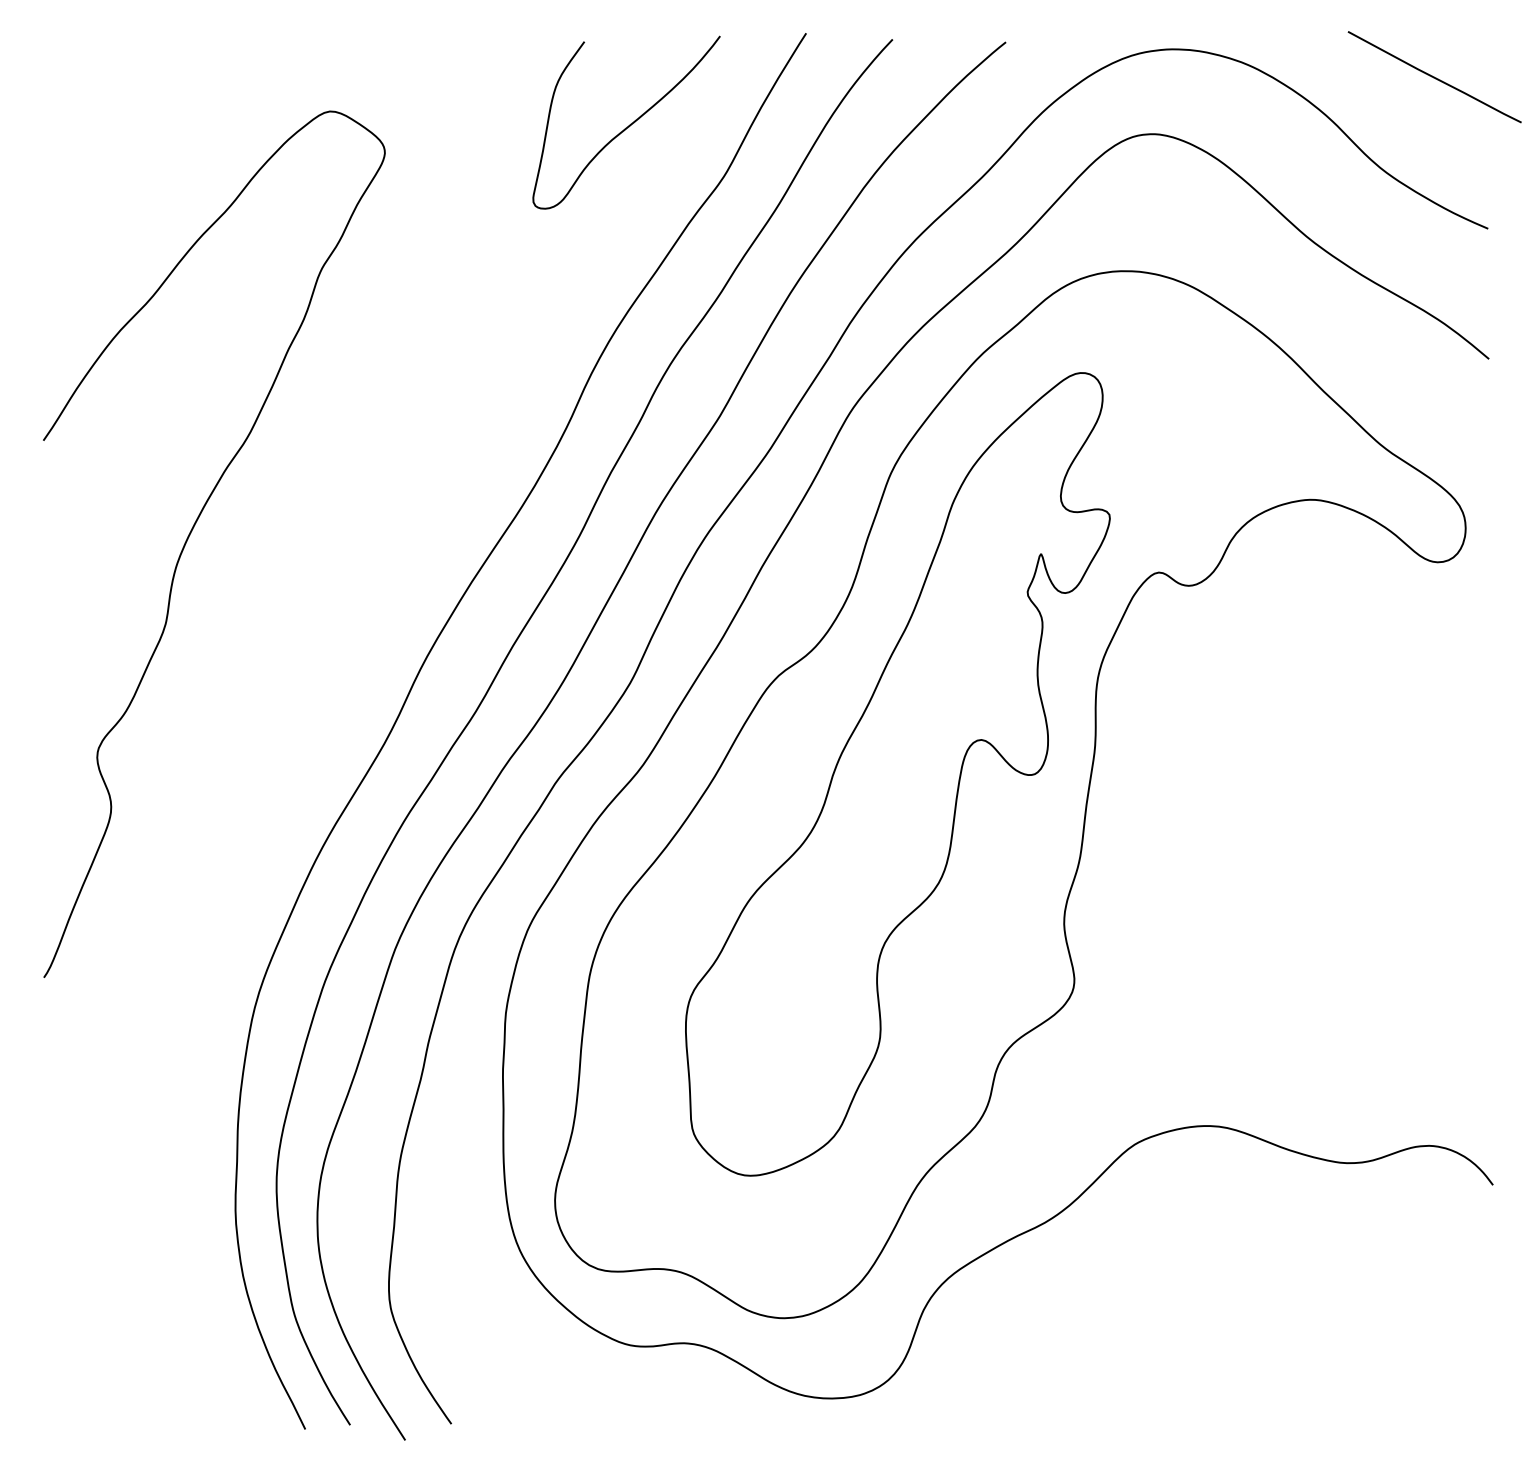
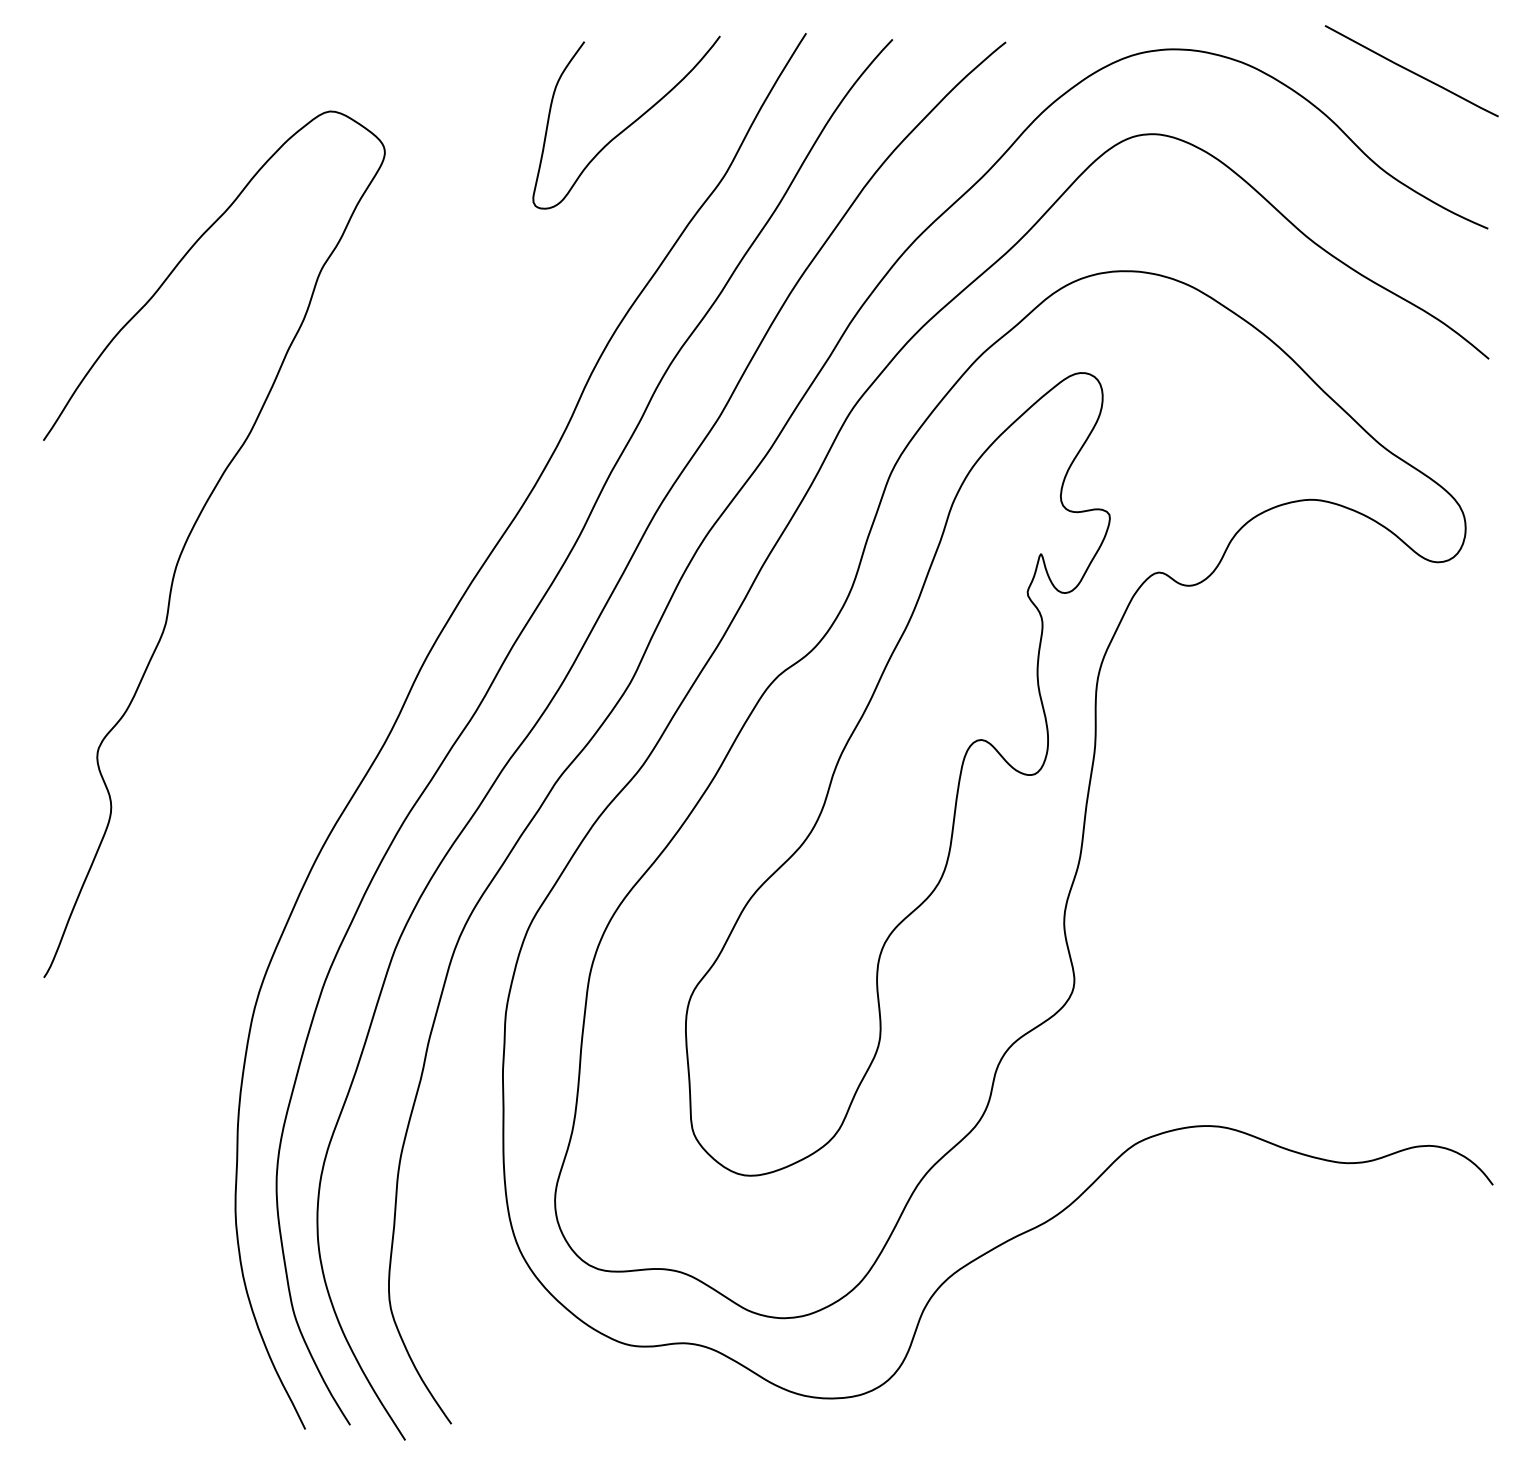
line at (1434, 77) position: (1434, 77) -> (1411, 71)
